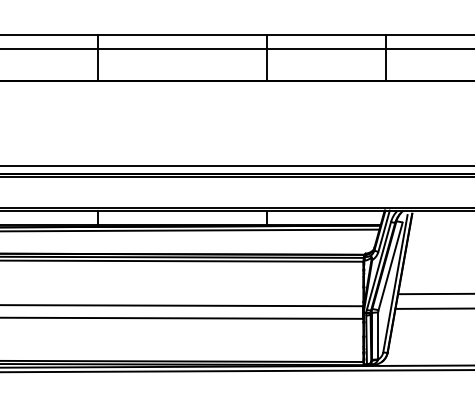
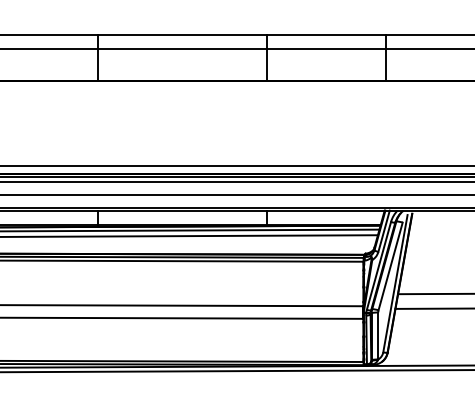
line at (236, 182): none -> present
line at (236, 194): none -> present
line at (189, 235): none -> present
